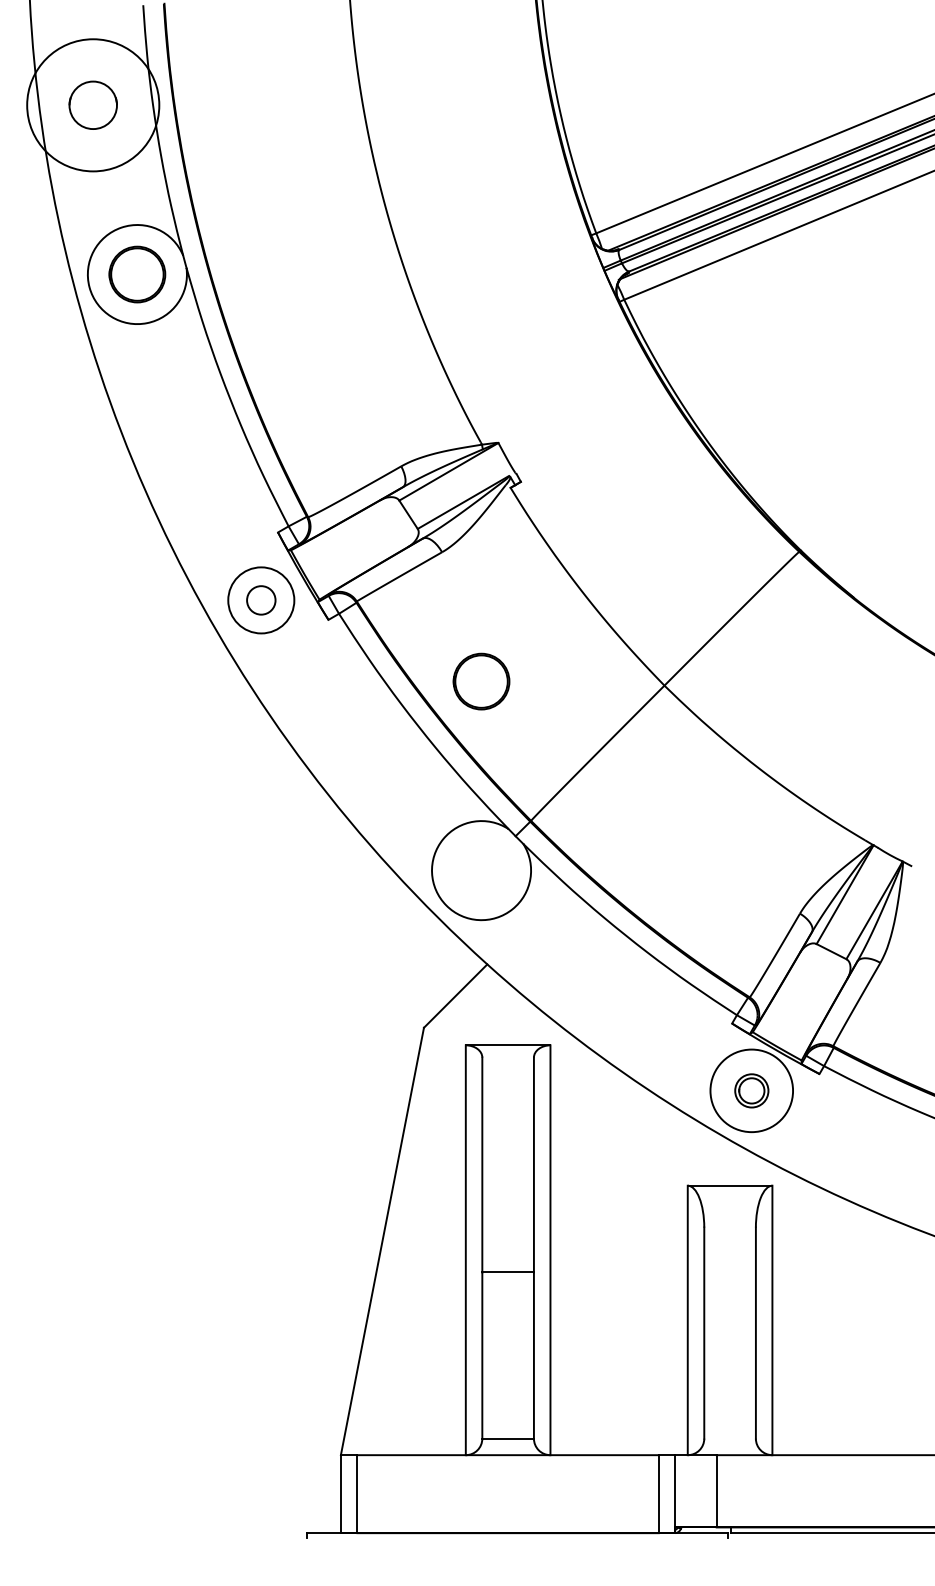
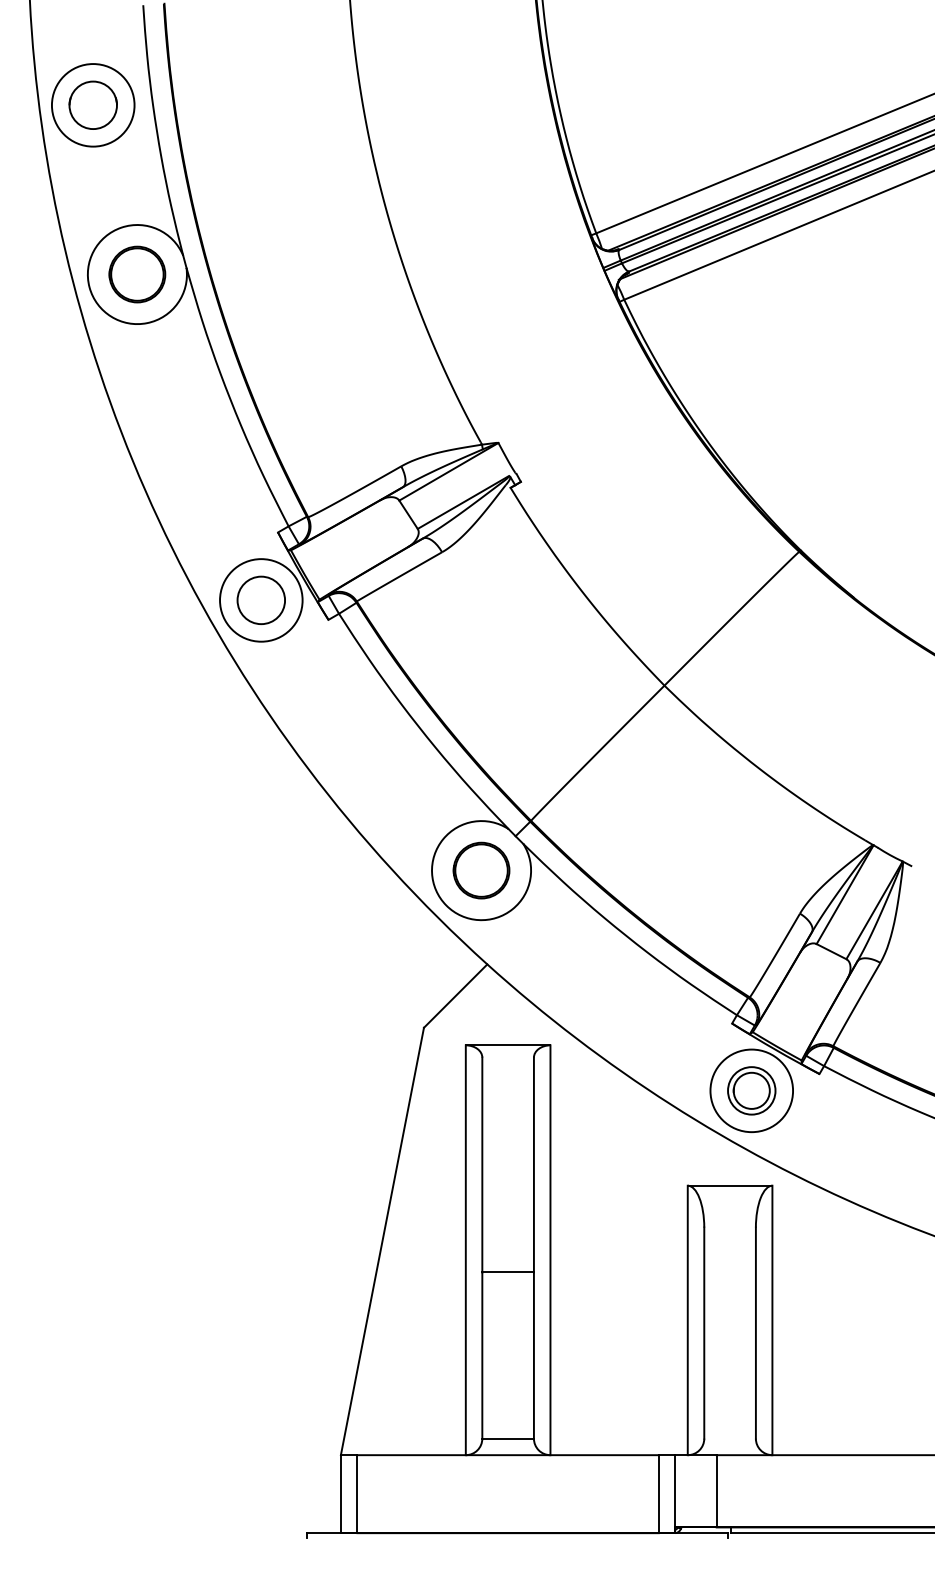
circle at (93, 105) diameter: 132 px -> 83 px
circle at (261, 600) diameter: 28 px -> 47 px
circle at (261, 600) diameter: 66 px -> 83 px
part at (481, 681) position: (481, 681) -> (481, 870)
part at (751, 1090) size: 36x36 px -> 50x50 px
